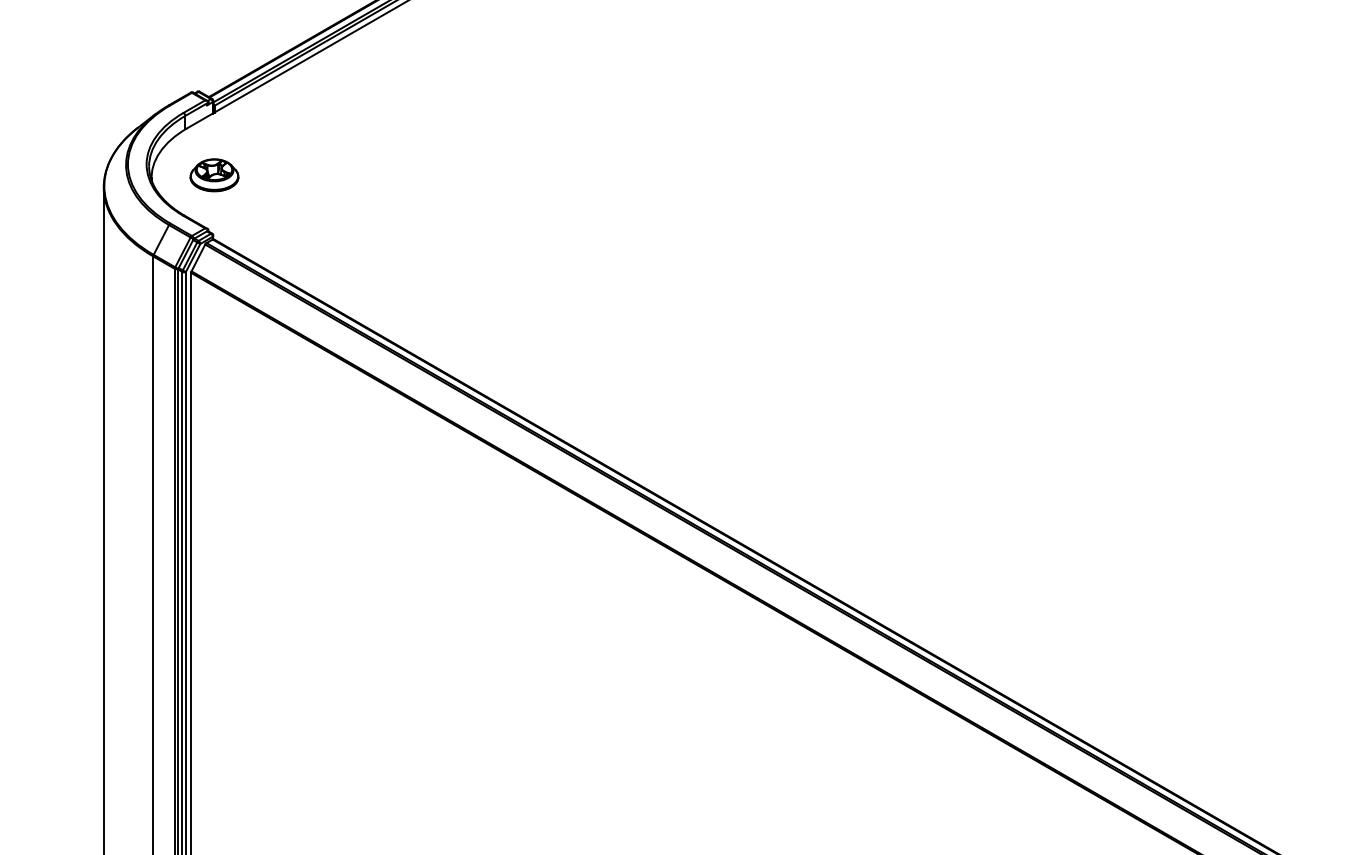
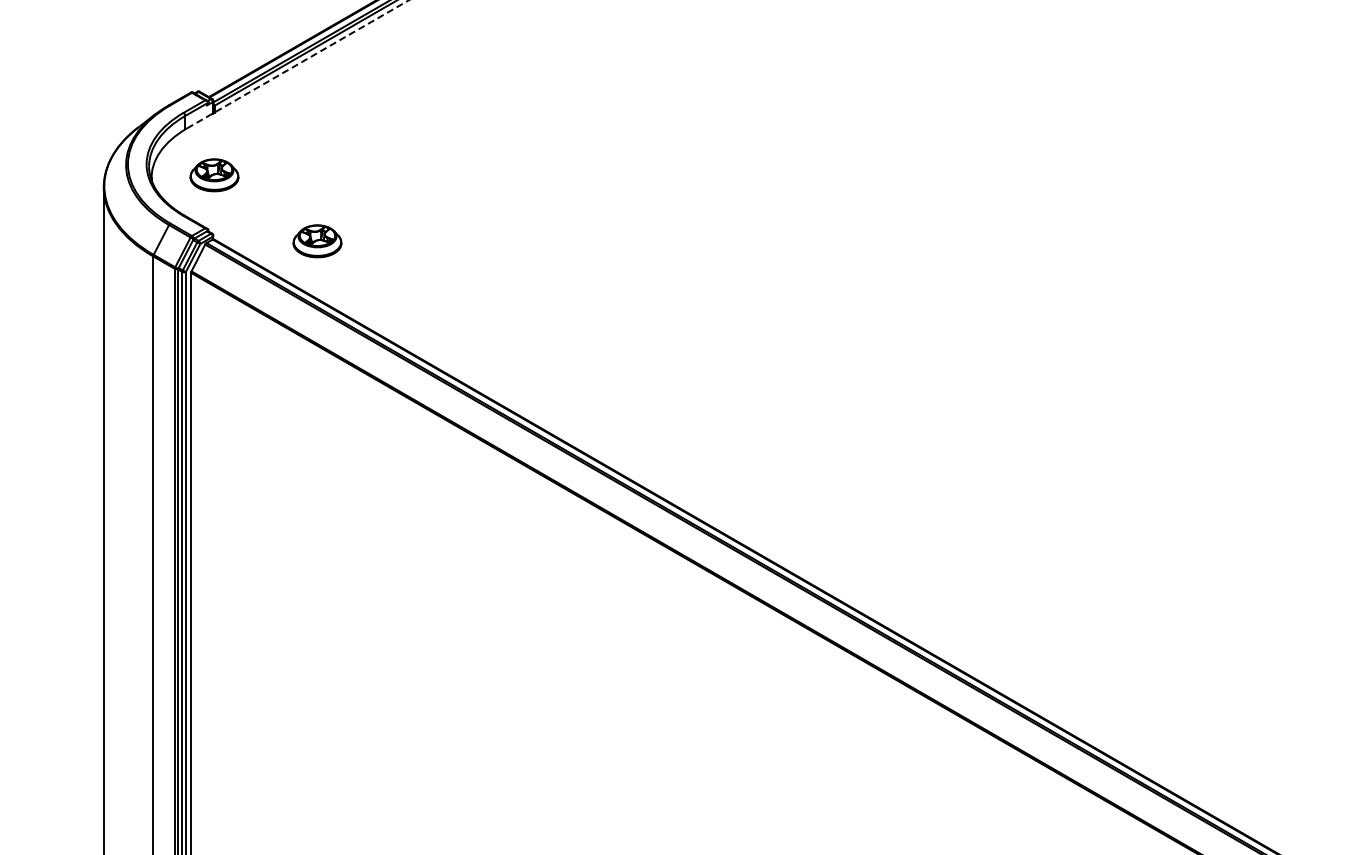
line at (297, 64): solid -> dashed
part at (317, 241): none -> present
